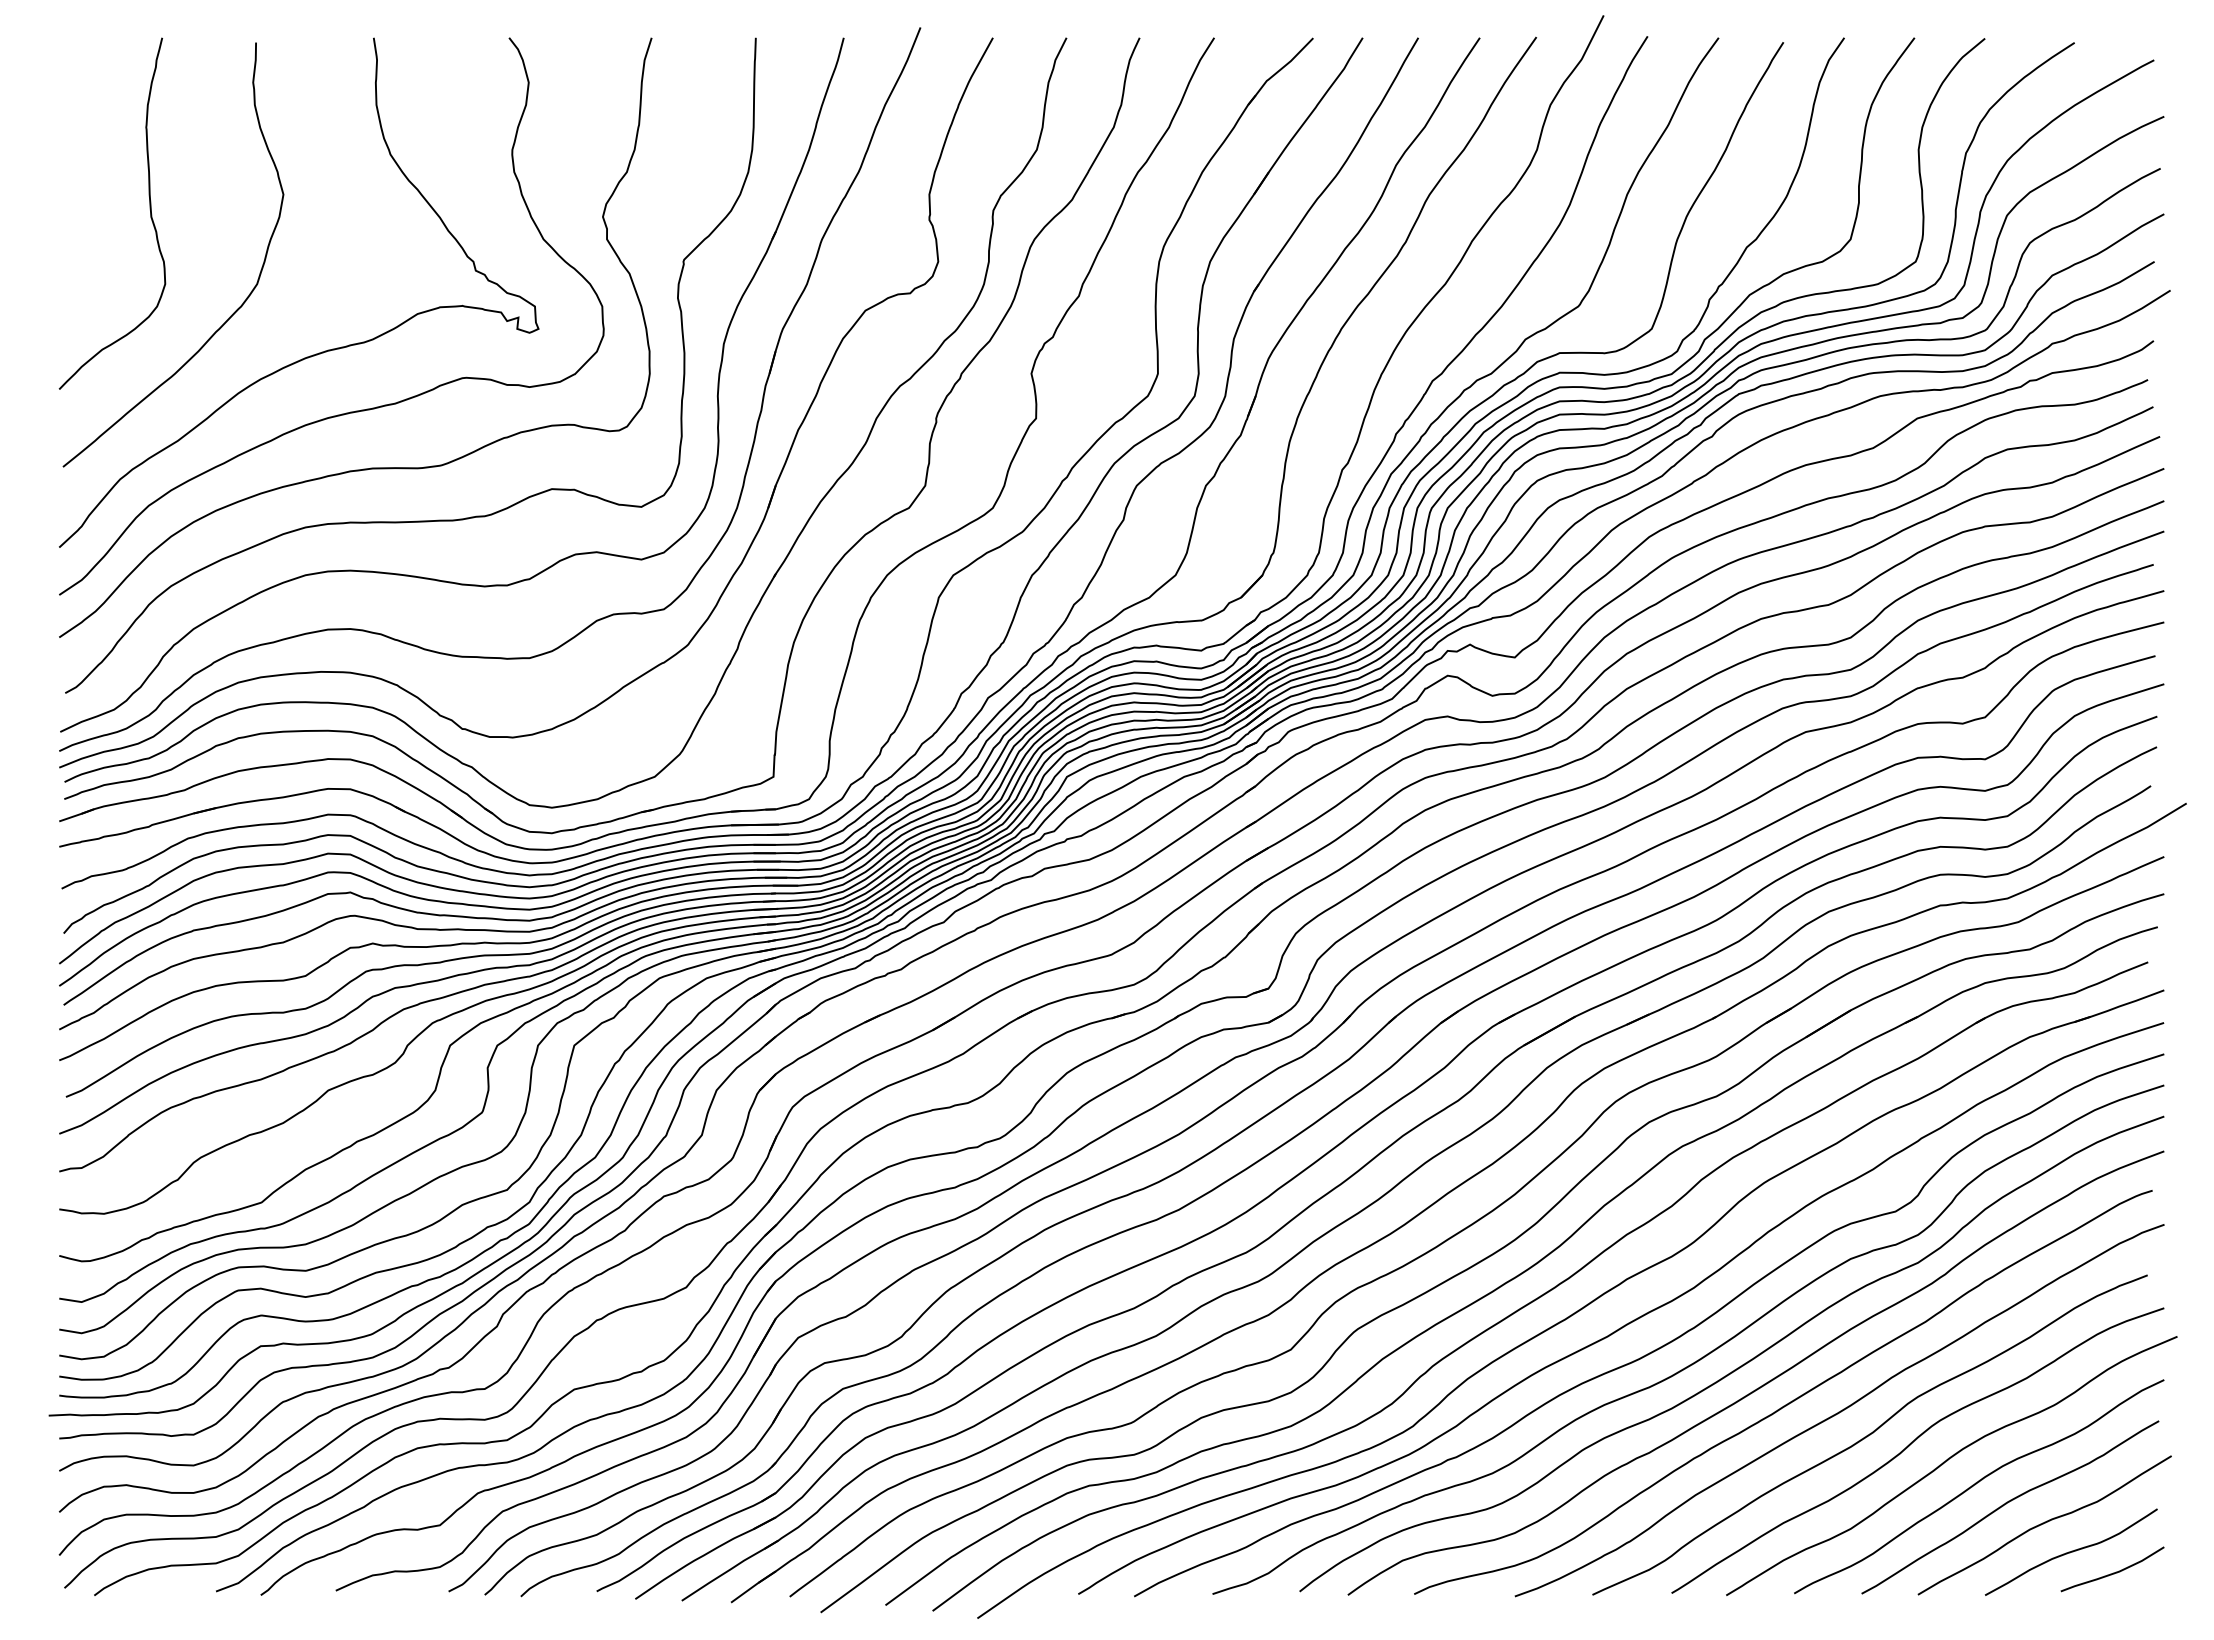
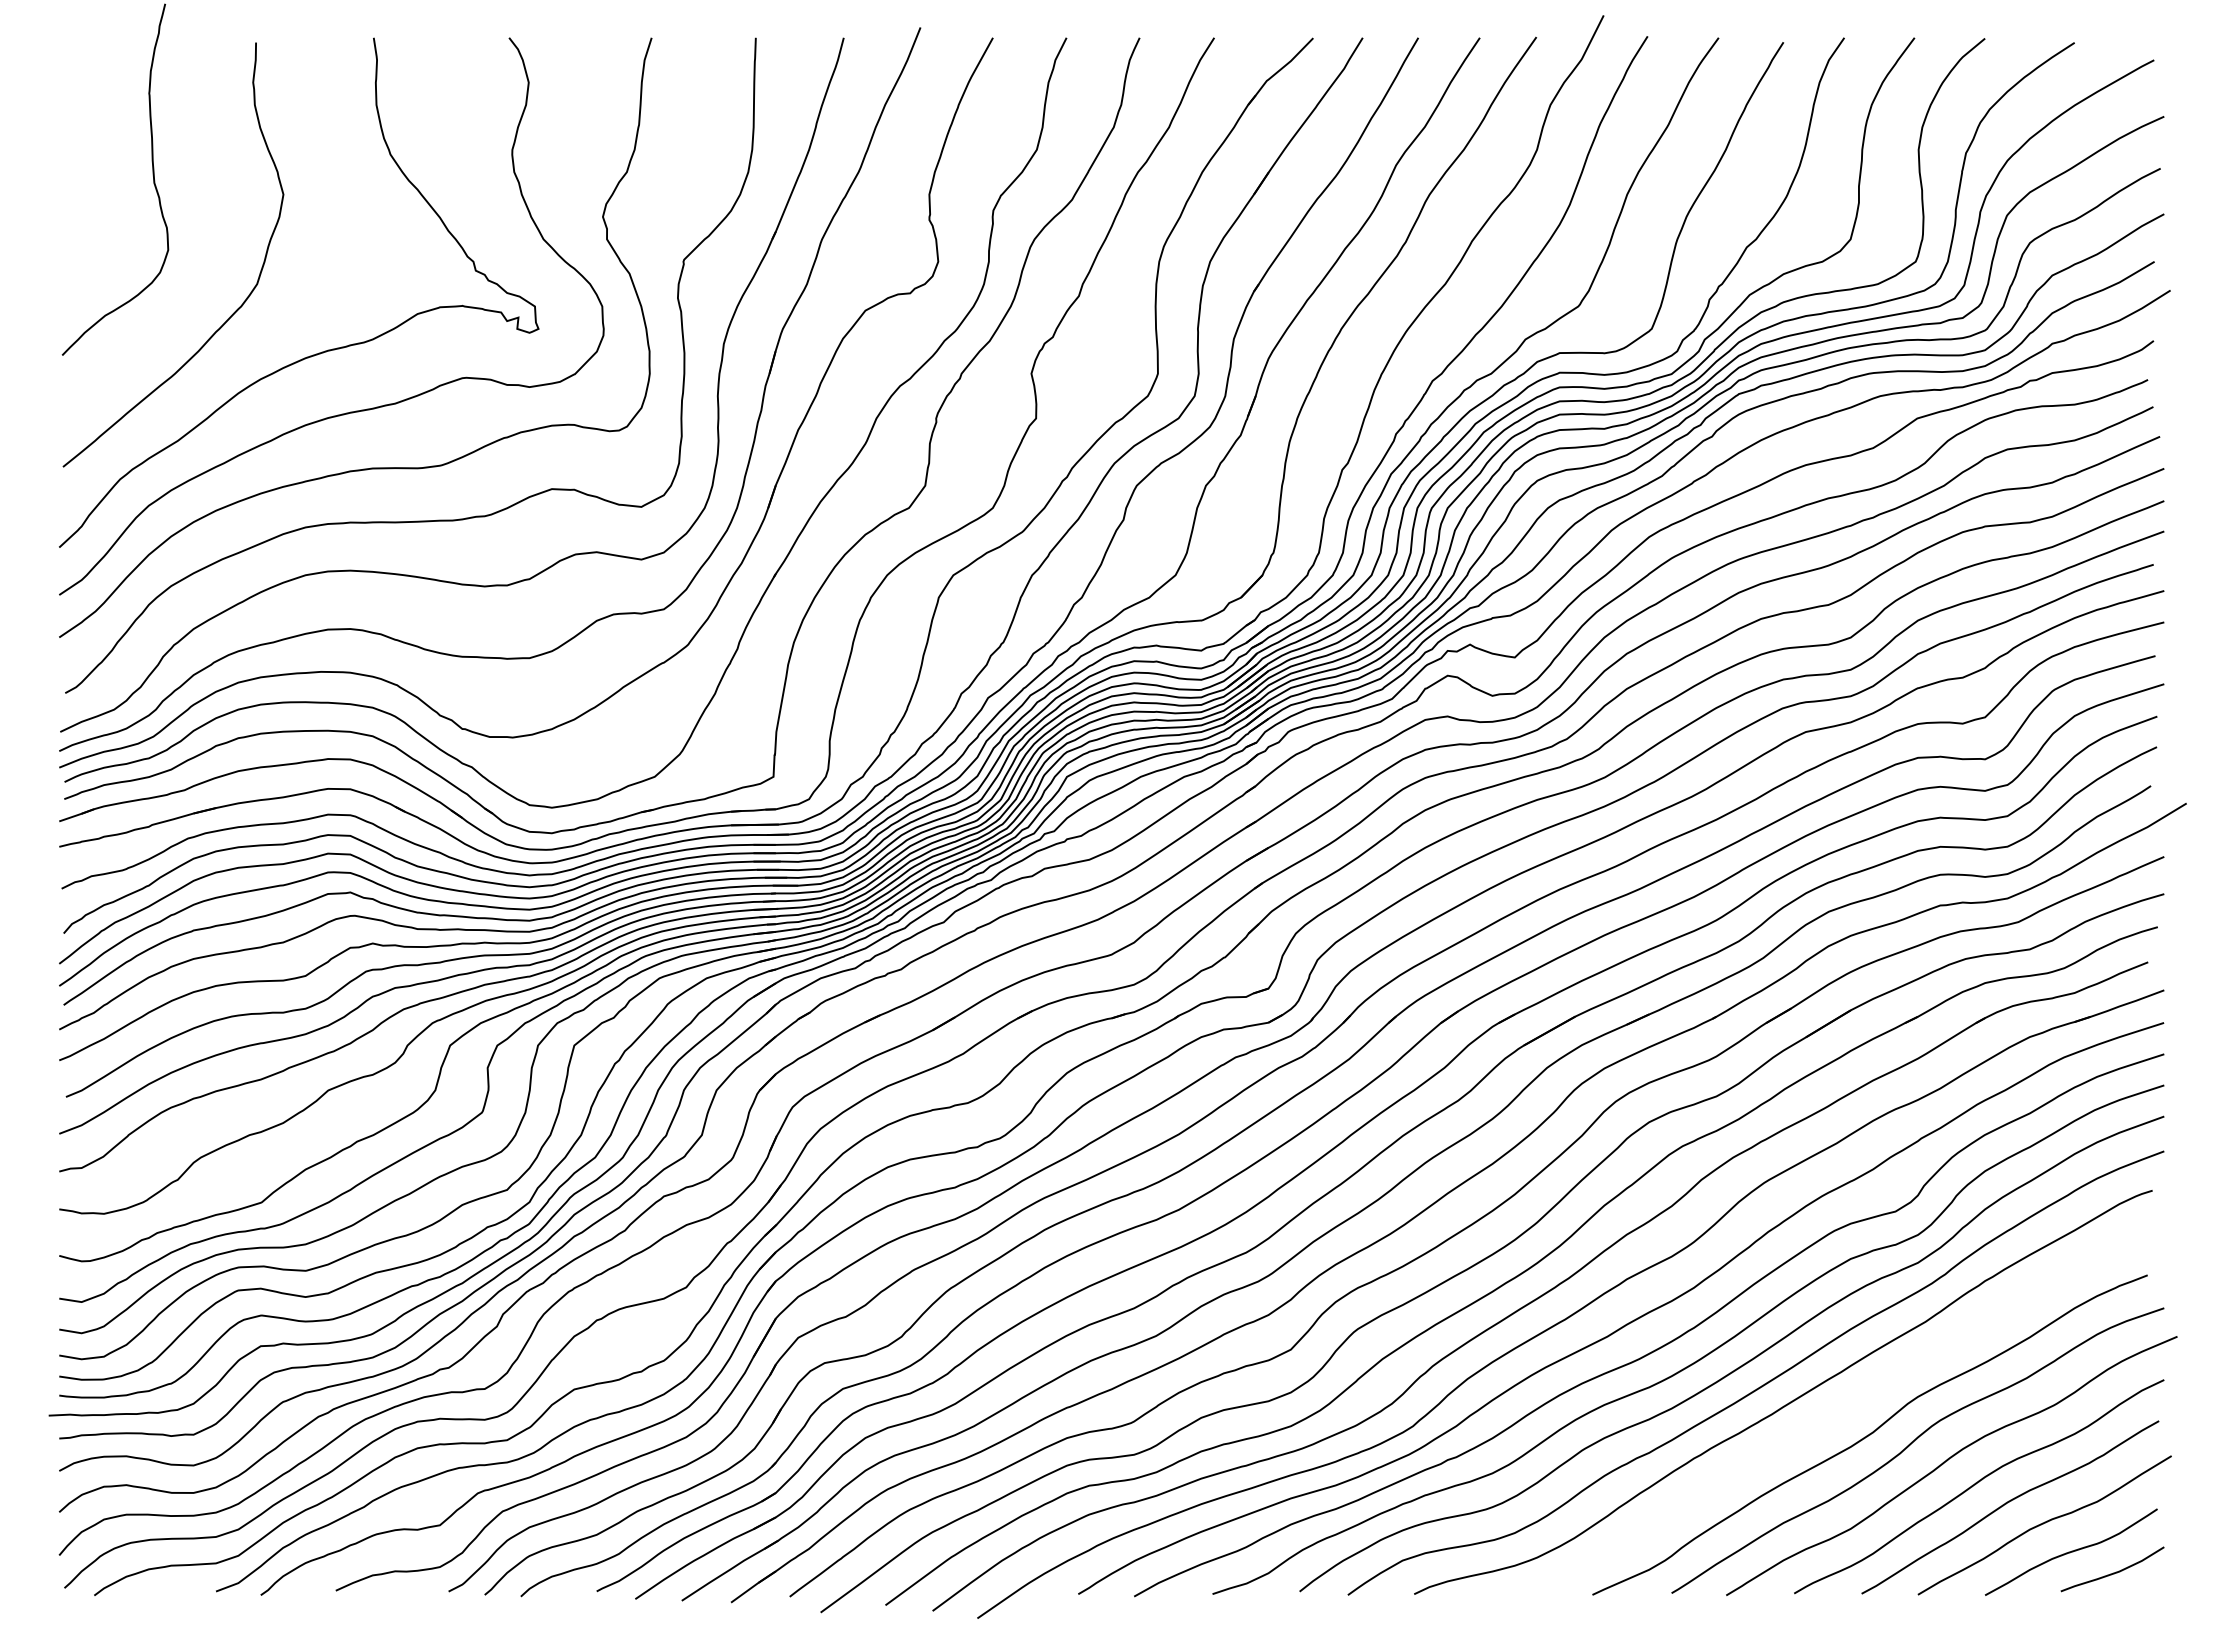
curve at (149, 209) position: (149, 209) -> (152, 175)
curve at (1840, 1410): present -> none
